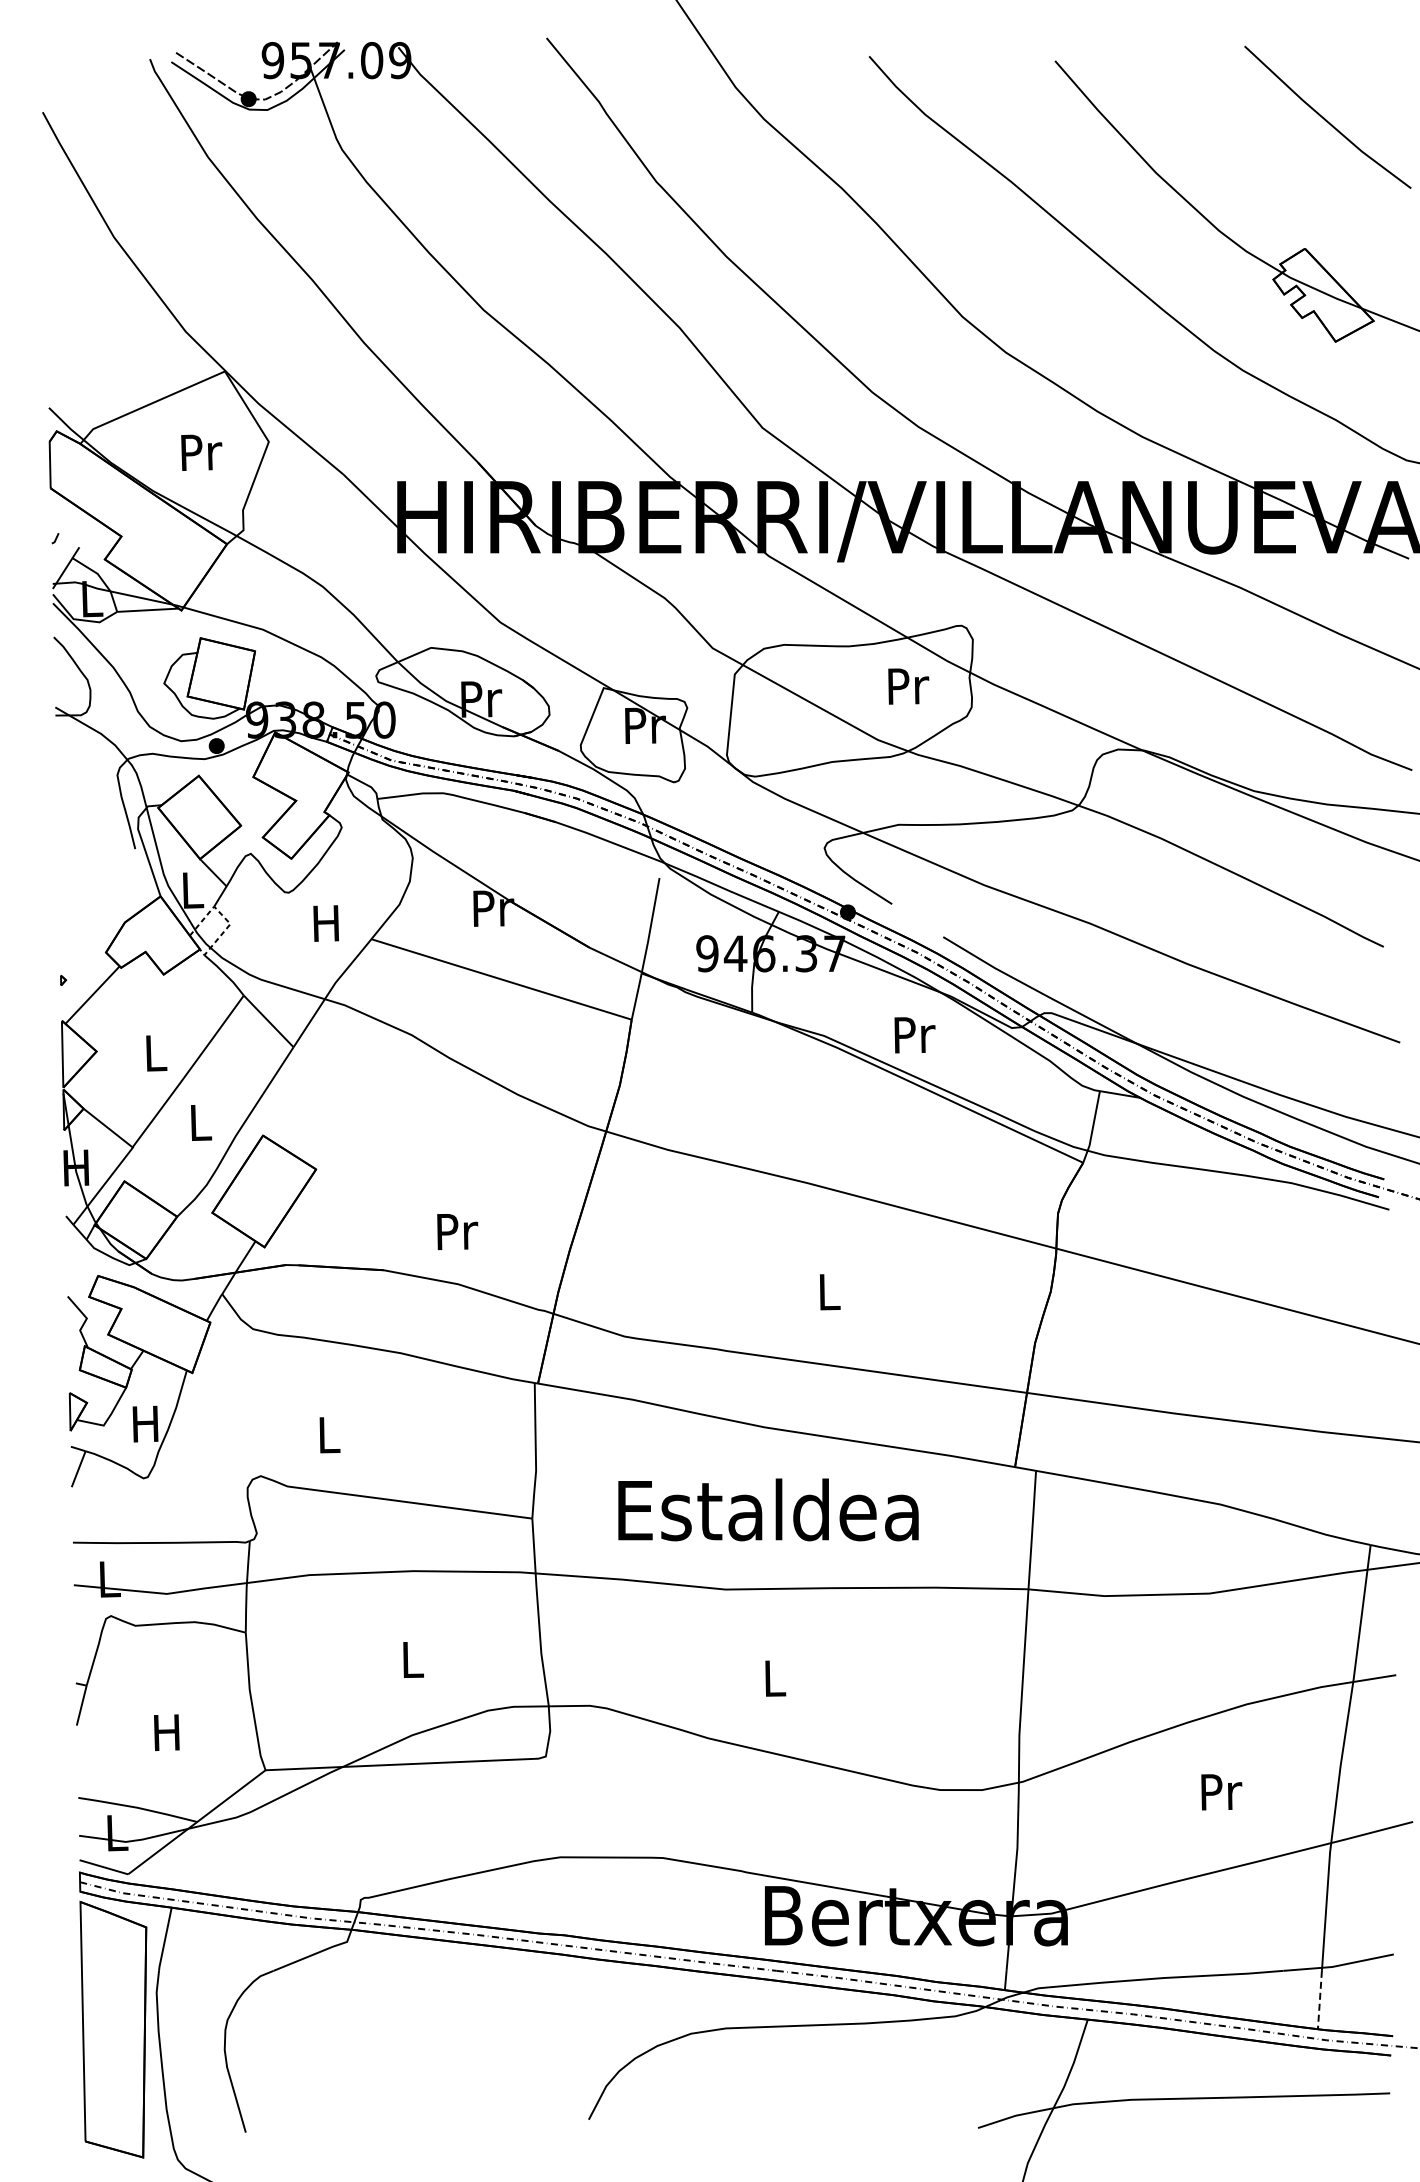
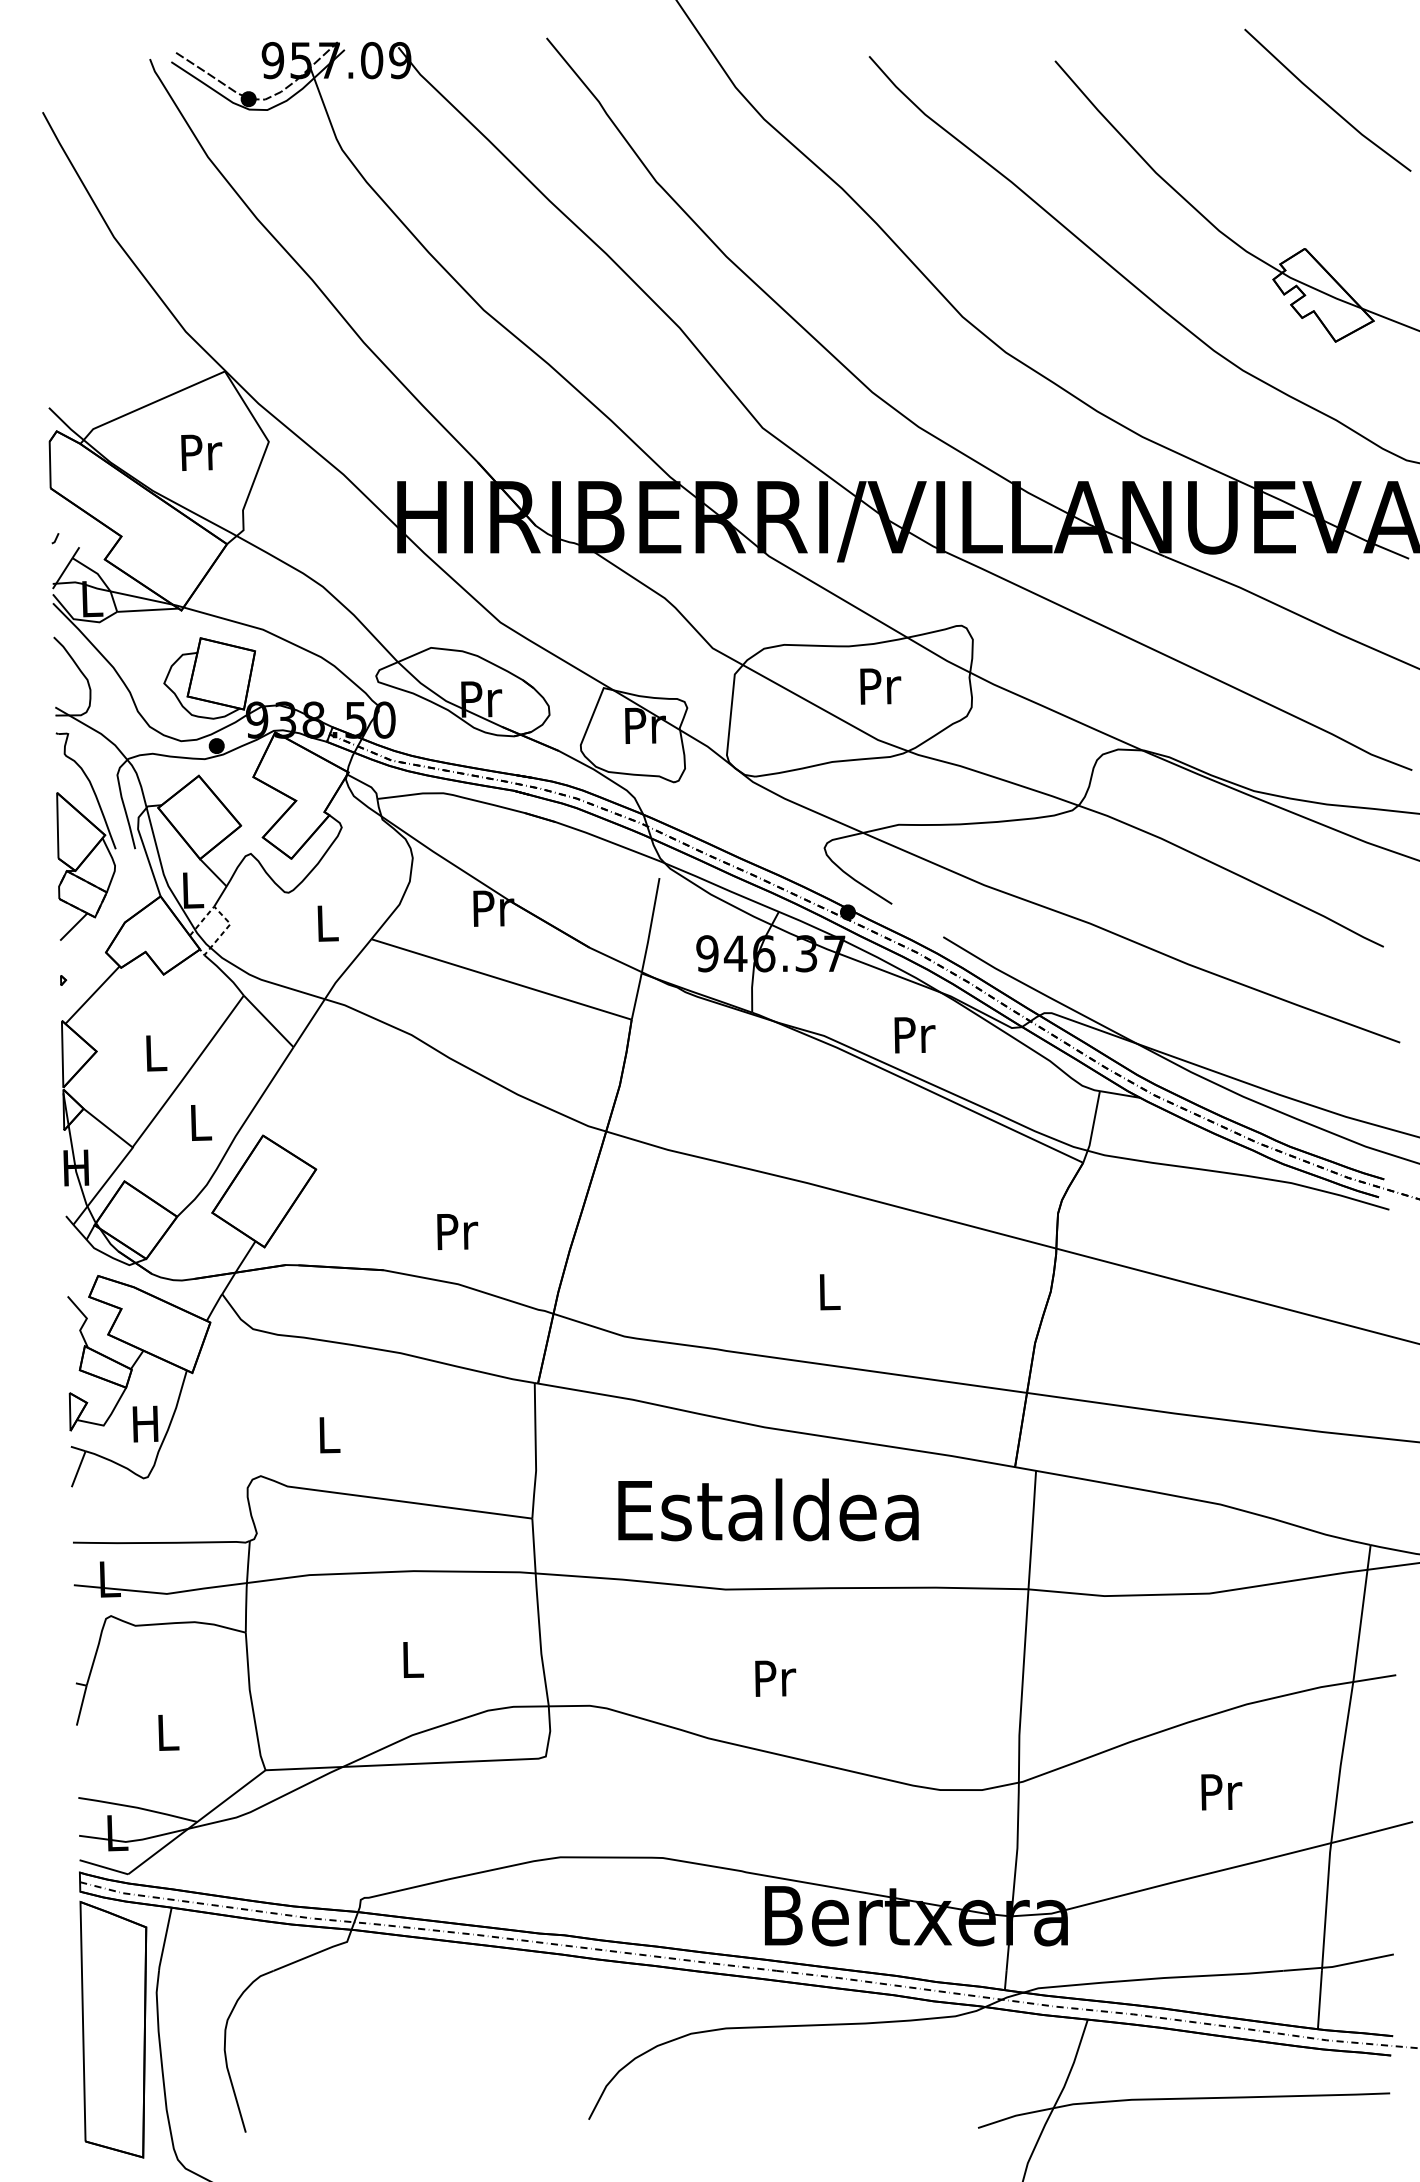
line at (1325, 118) position: (1325, 118) -> (1325, 101)
text at (908, 686) position: (908, 686) -> (880, 686)
part at (85, 836): none -> present
text at (326, 923): H -> L
text at (775, 1678): L -> Pr
text at (166, 1732): H -> L
line at (1319, 2000): dashed -> solid
